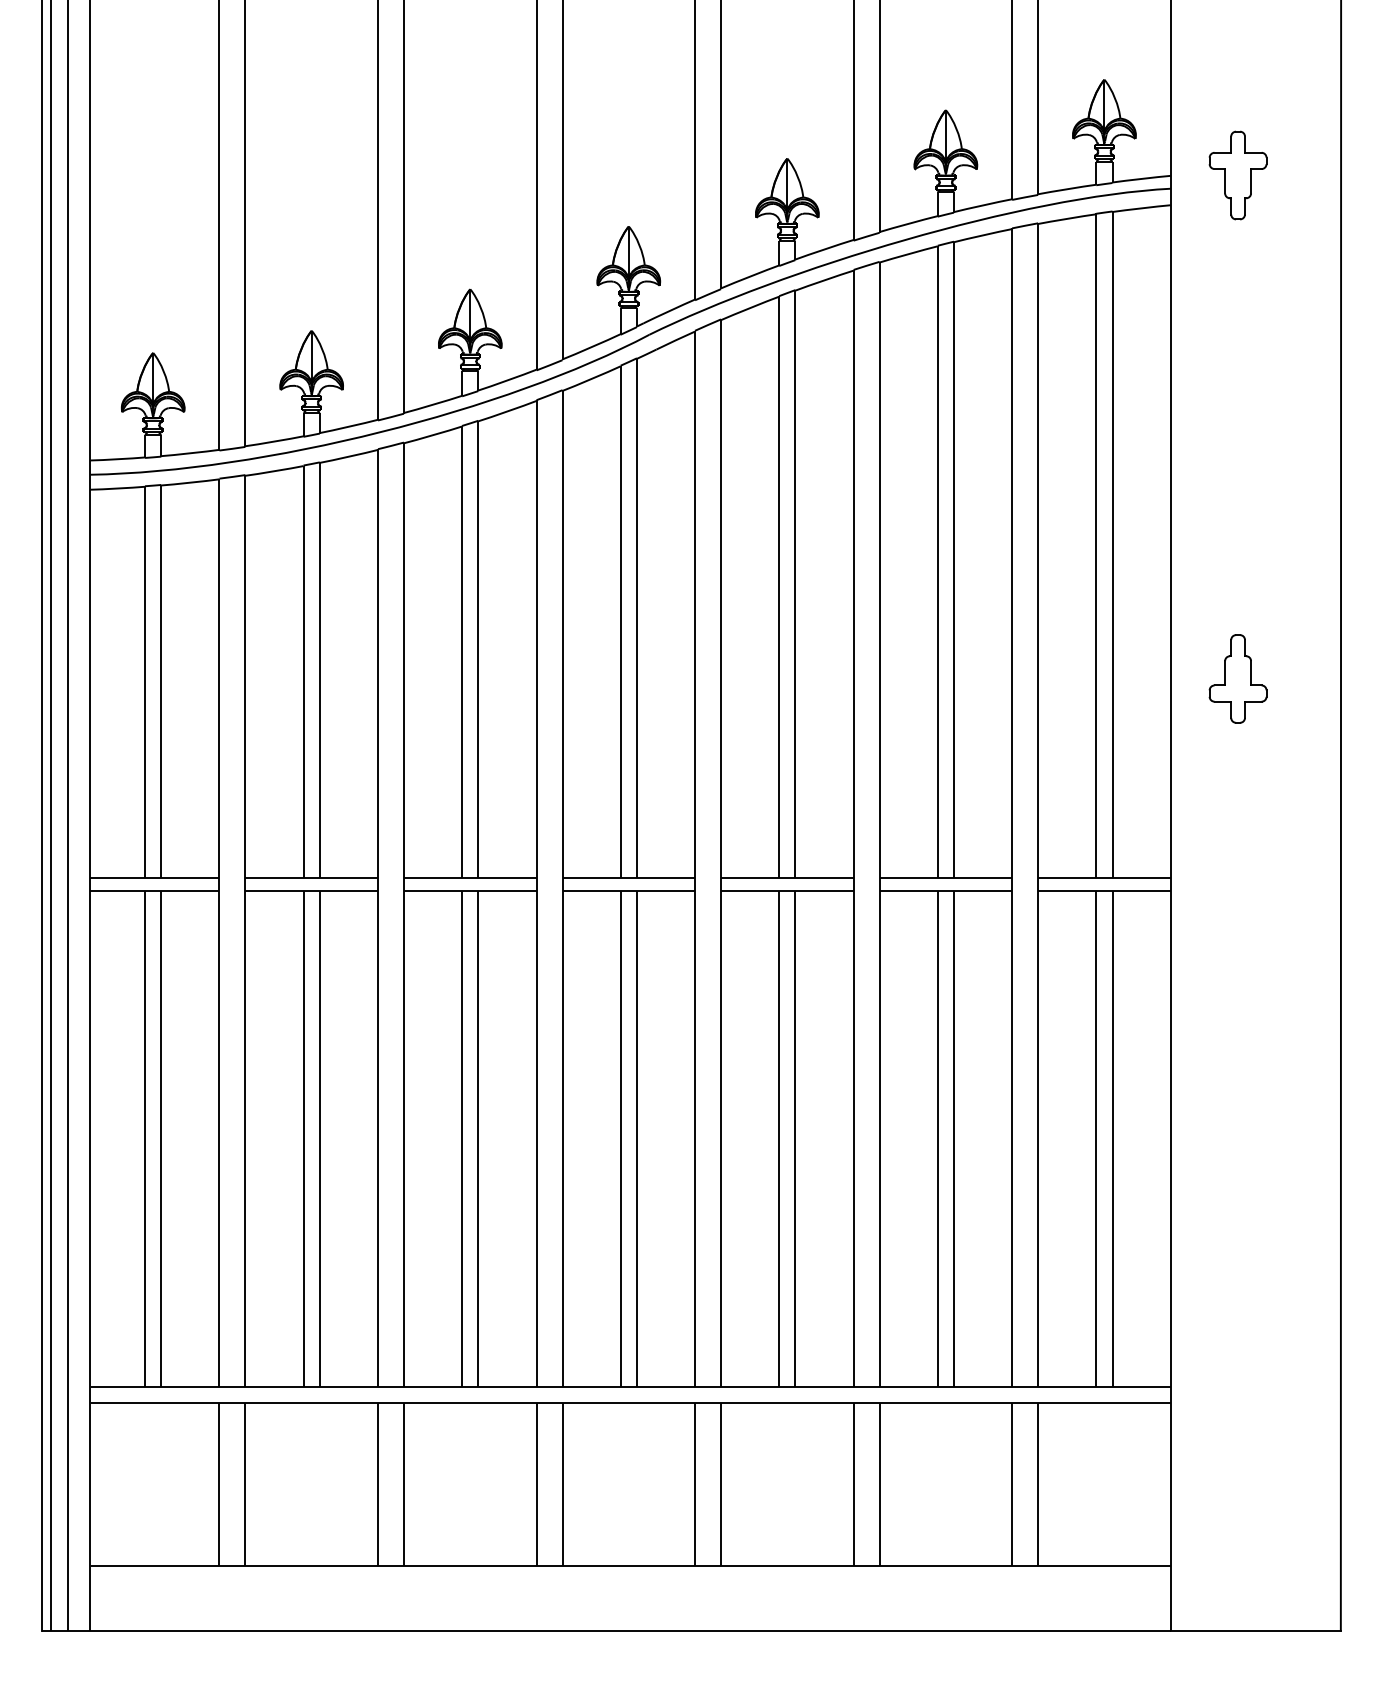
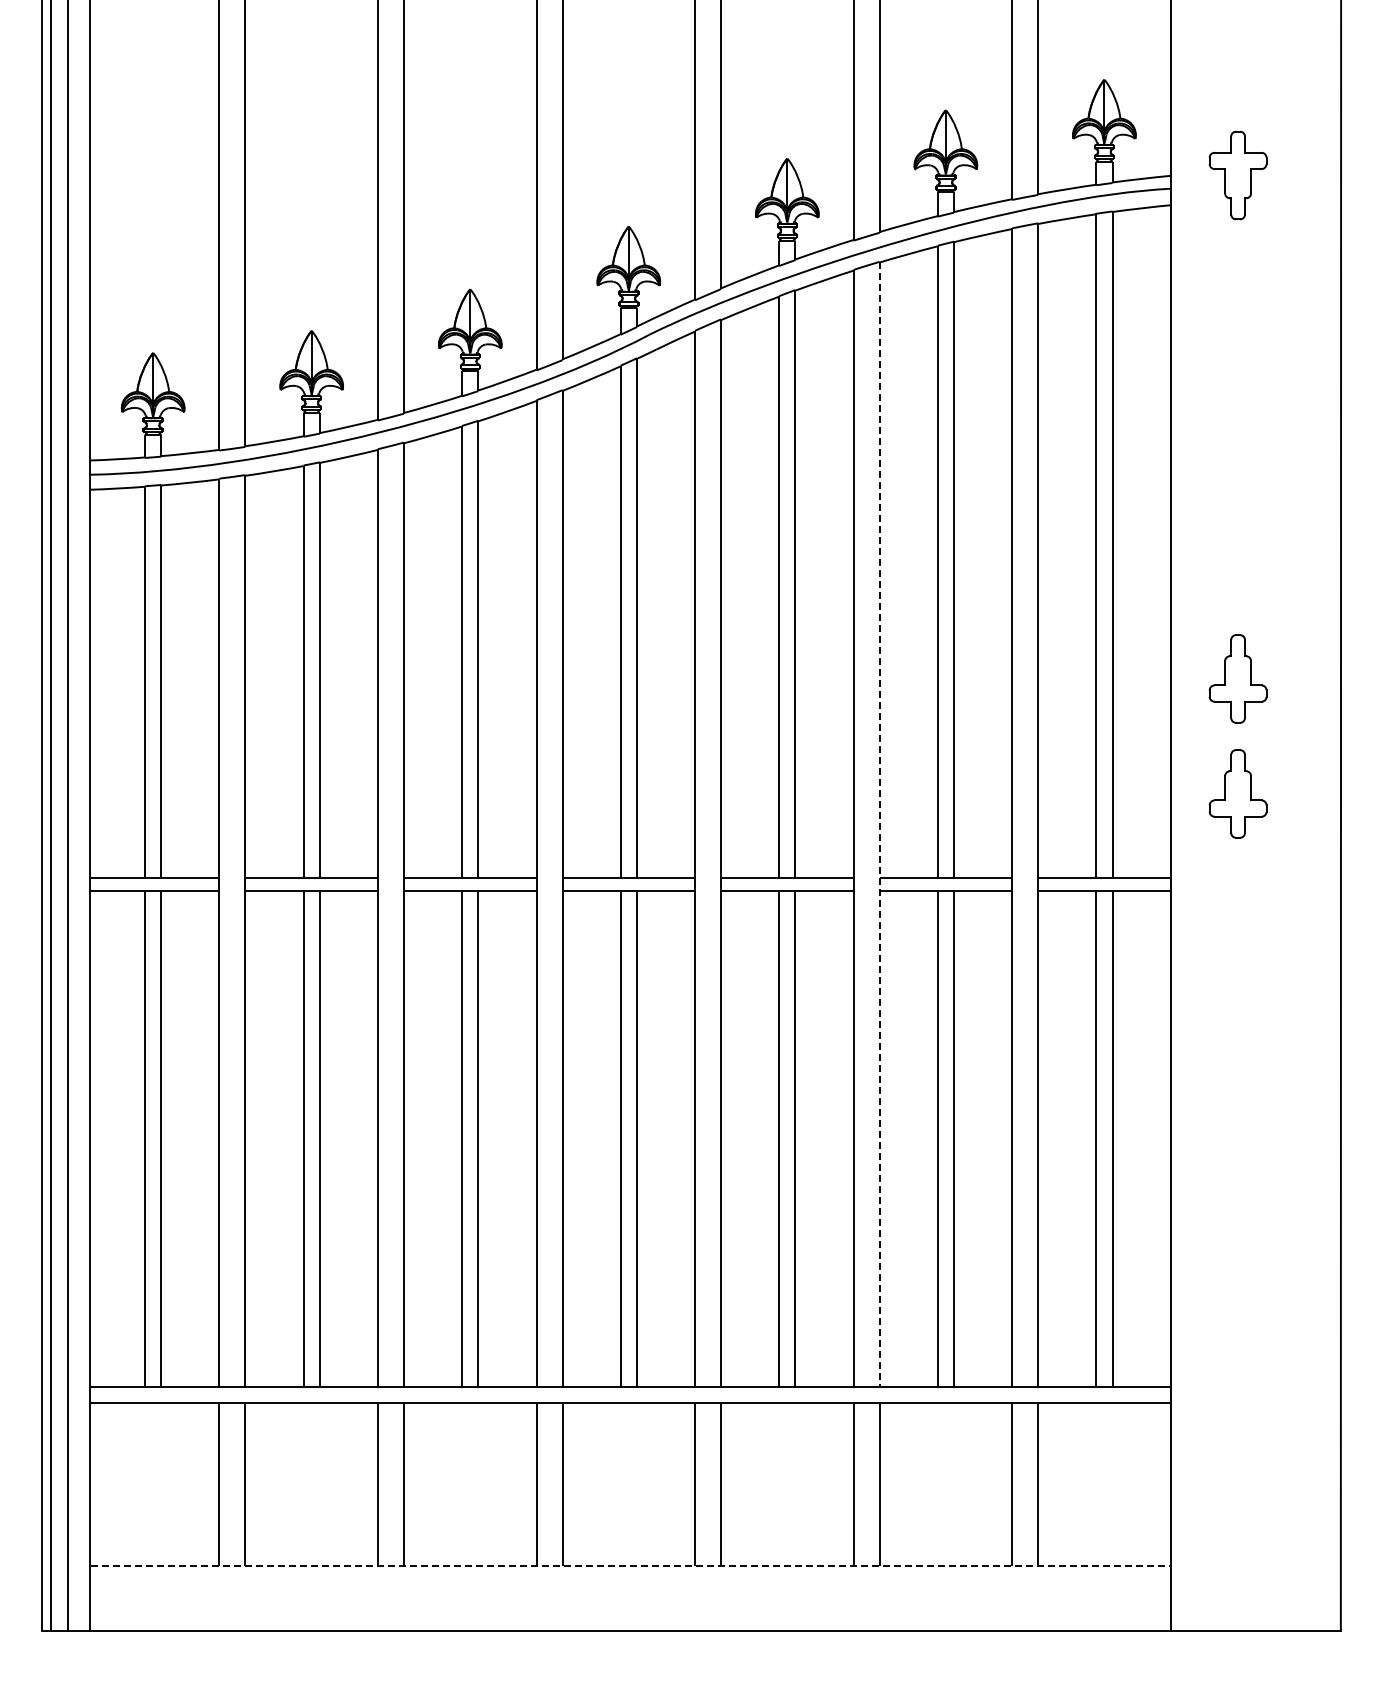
part at (1237, 793): none -> present
line at (879, 824): solid -> dashed
line at (630, 1565): solid -> dashed
